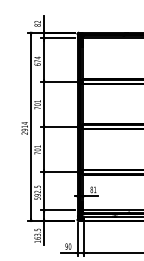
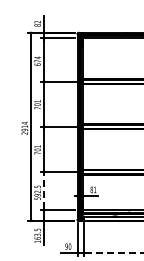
line at (44, 190): solid -> dashed
line at (115, 253): solid -> dashed
